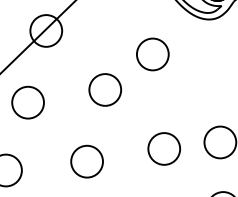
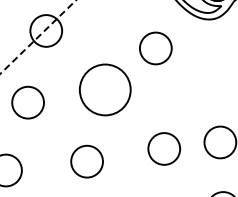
line at (38, 37): solid -> dashed
circle at (152, 54) position: (152, 54) -> (155, 48)
circle at (105, 89) diameter: 32 px -> 51 px
